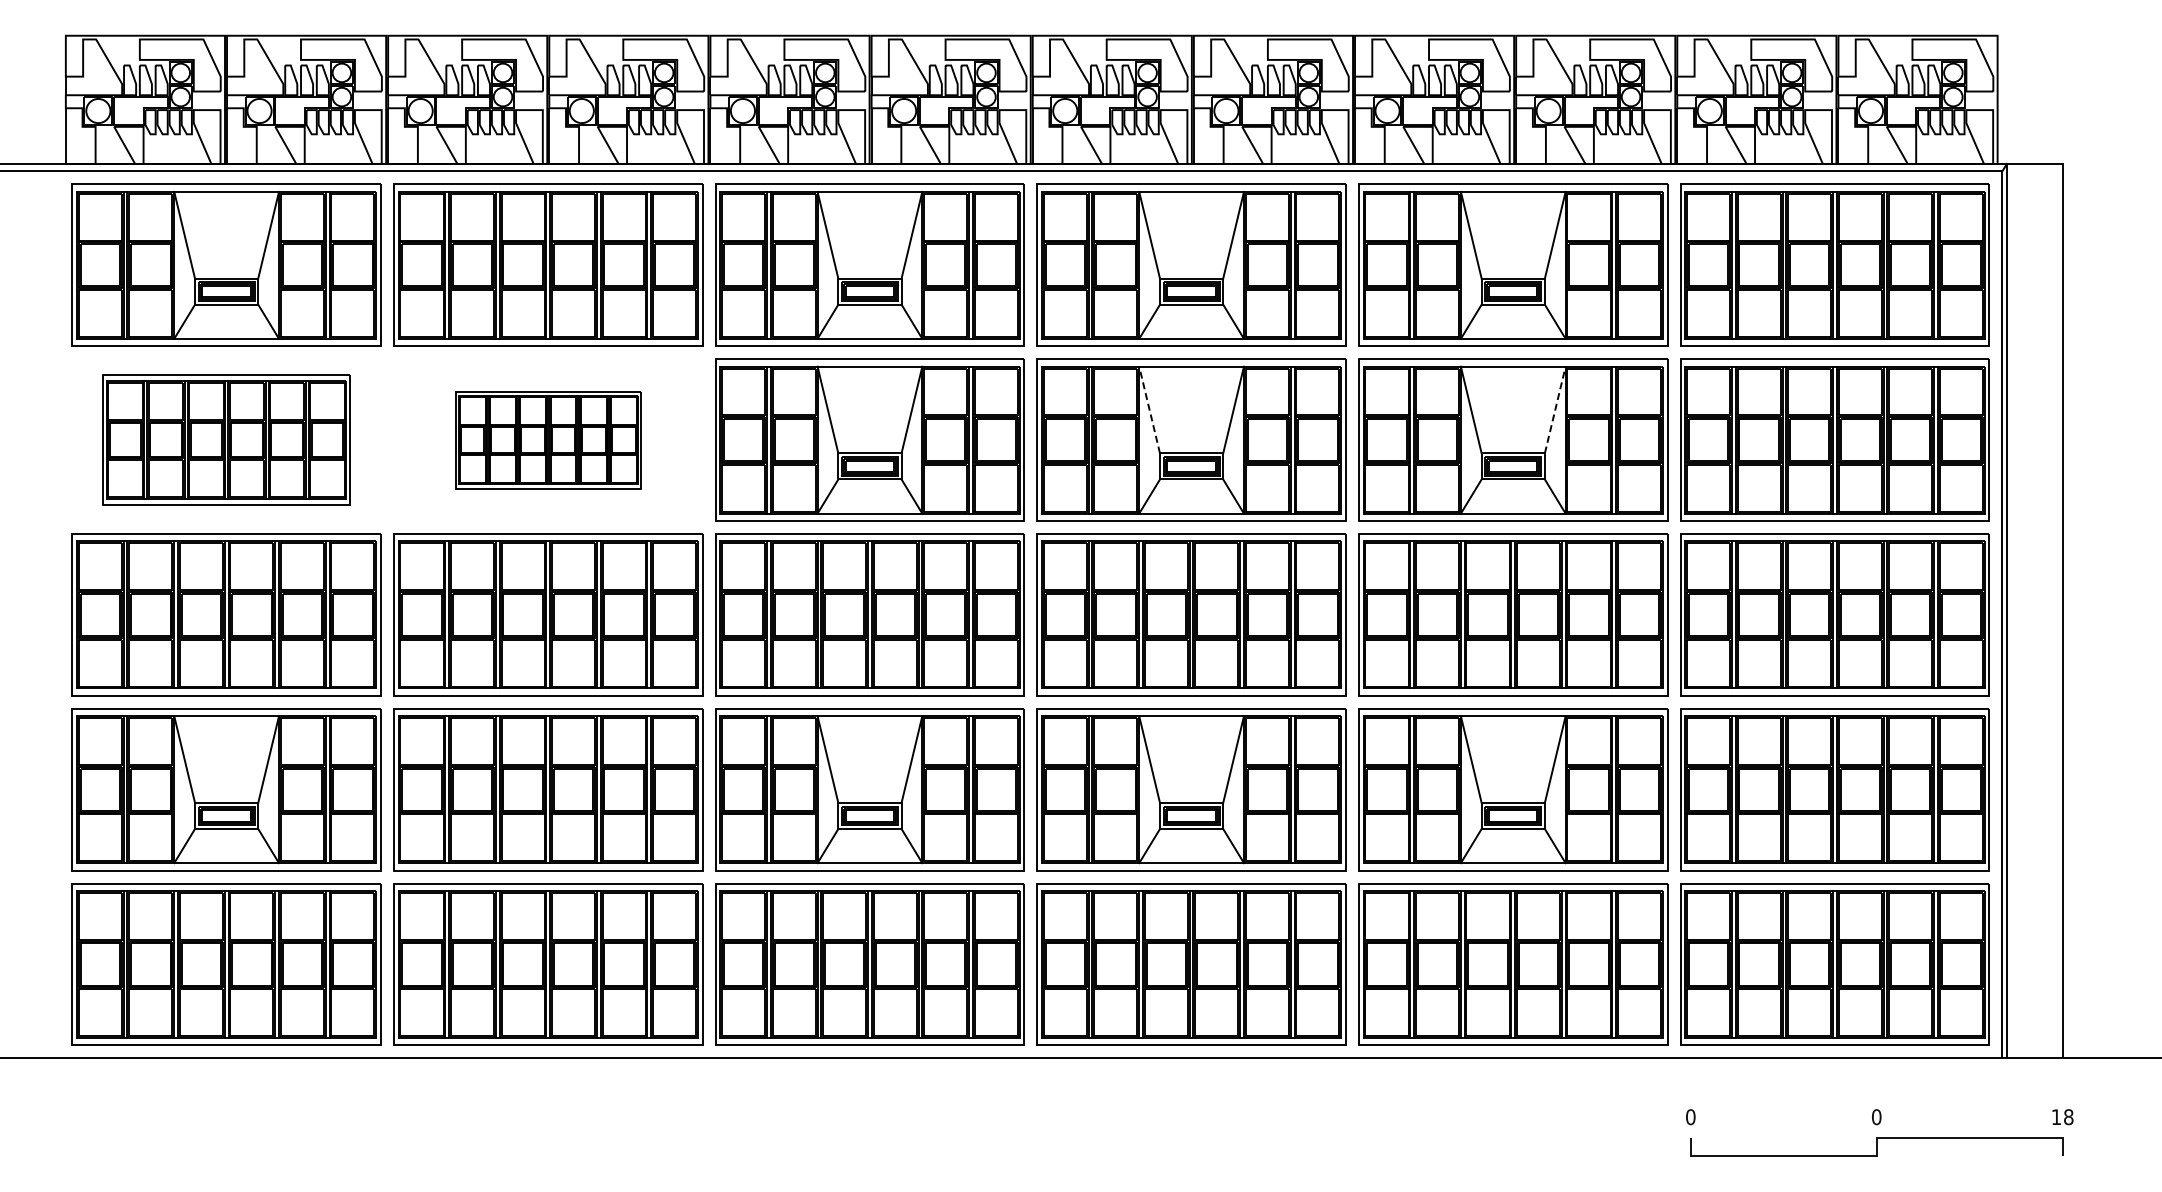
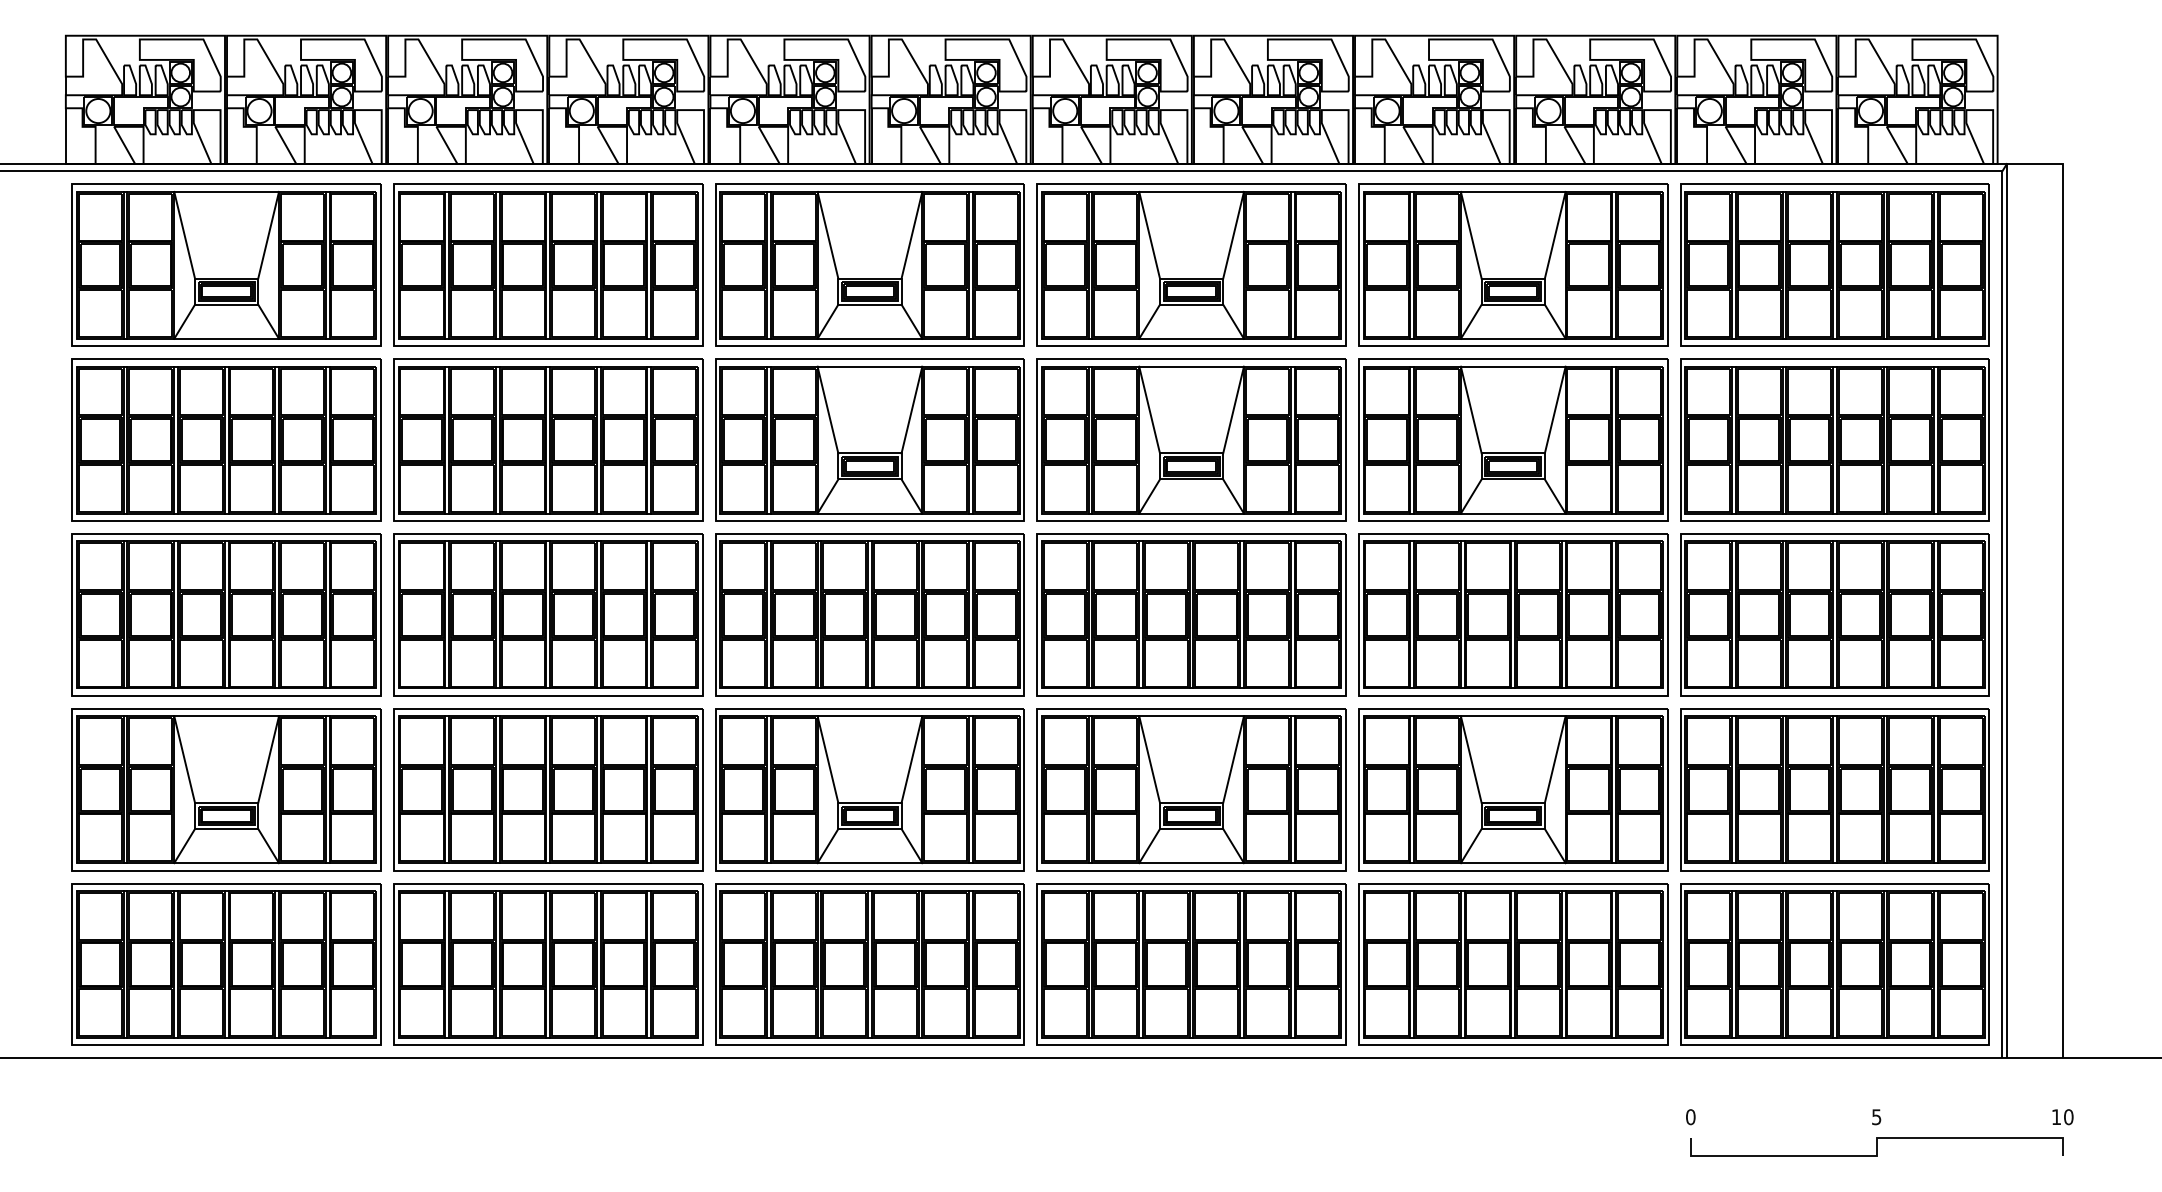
line at (1149, 410): dashed -> solid
line at (1555, 410): dashed -> solid
part at (226, 439) size: 249x132 px -> 311x164 px
part at (548, 440) size: 187x99 px -> 311x164 px
text at (2068, 1116): 18 -> 10
text at (1876, 1117): 0 -> 5
